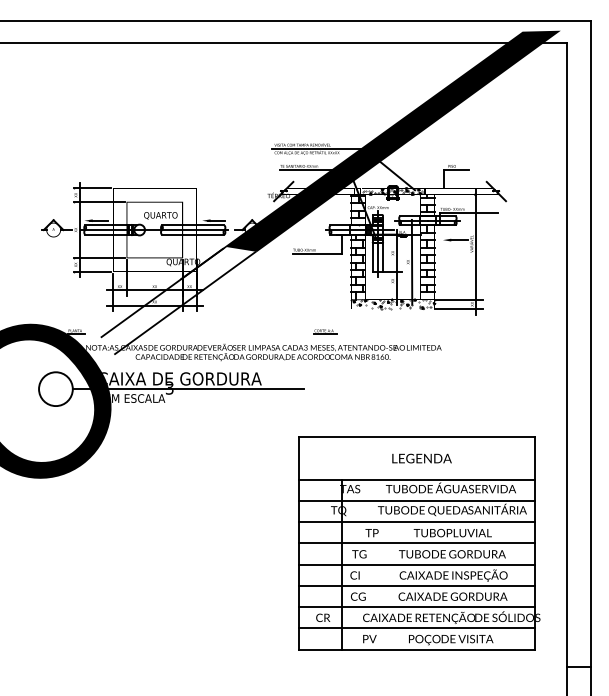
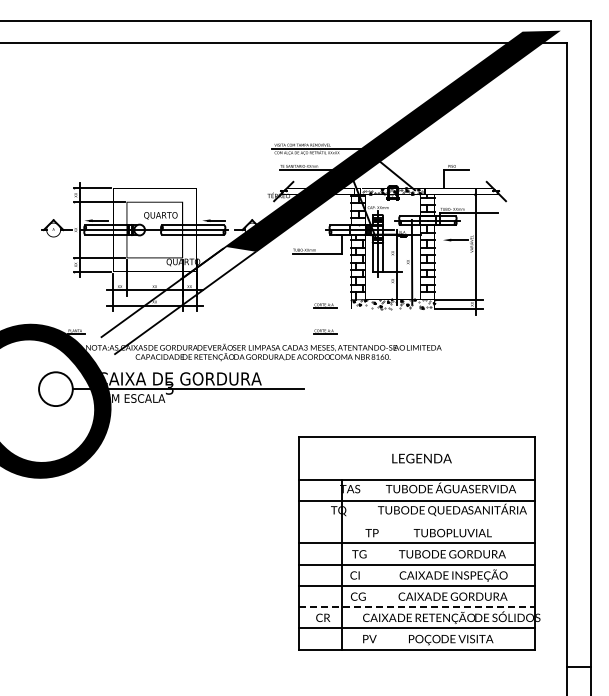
part at (325, 305): none -> present
line at (416, 522): present -> none
line at (416, 607): solid -> dashed
